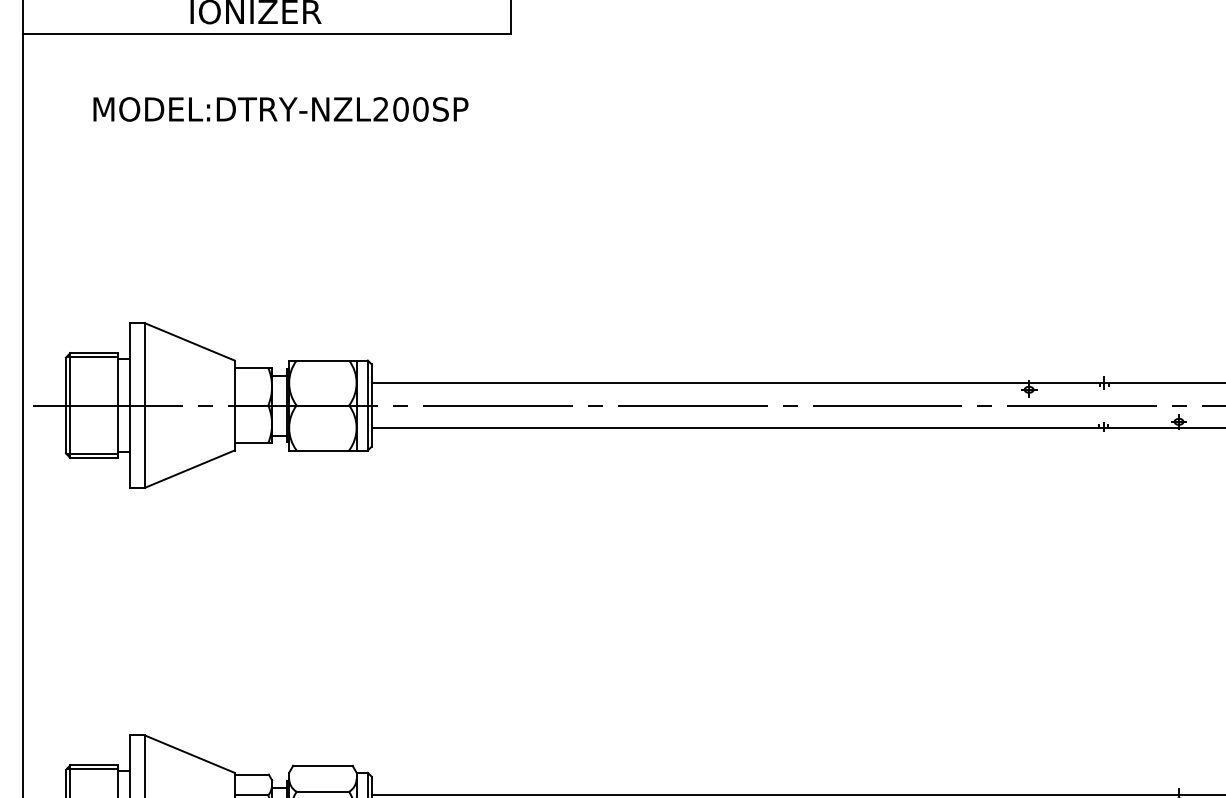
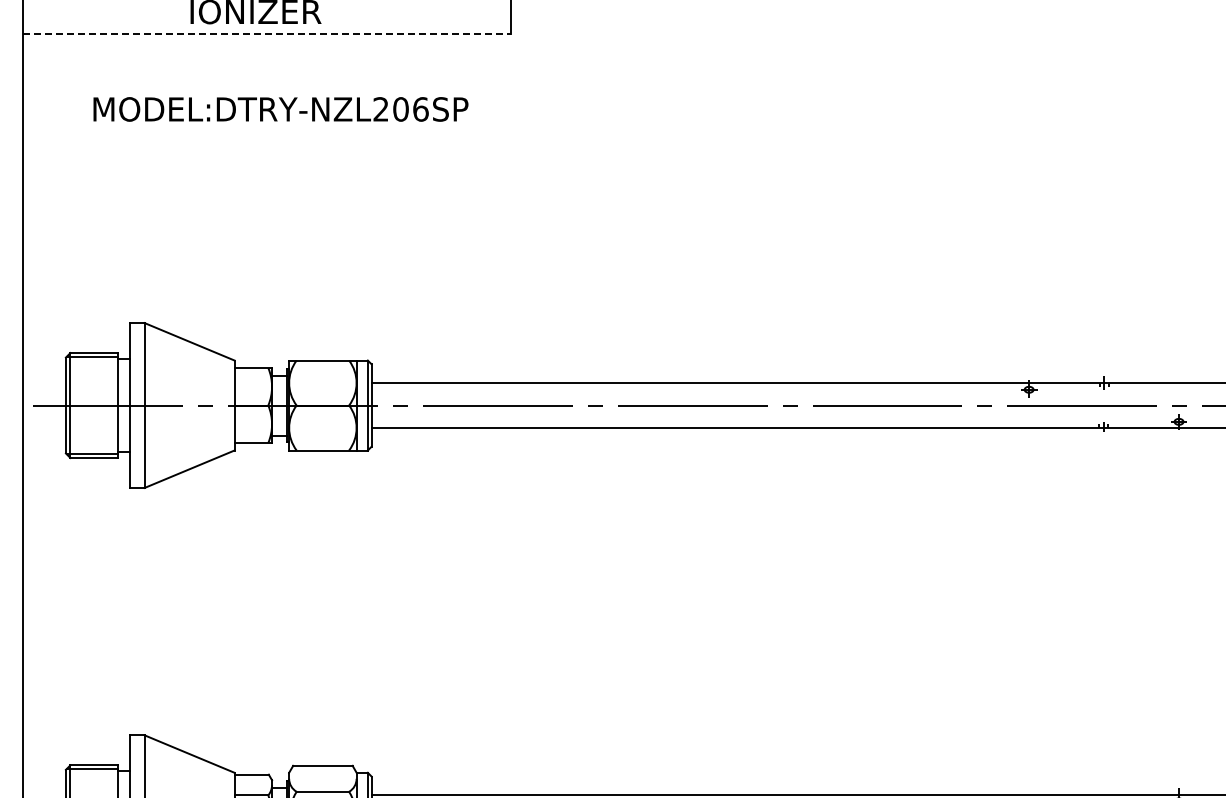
line at (266, 34): solid -> dashed
text at (420, 109): MODEL:DTRY-NZL200SP -> MODEL:DTRY-NZL206SP
